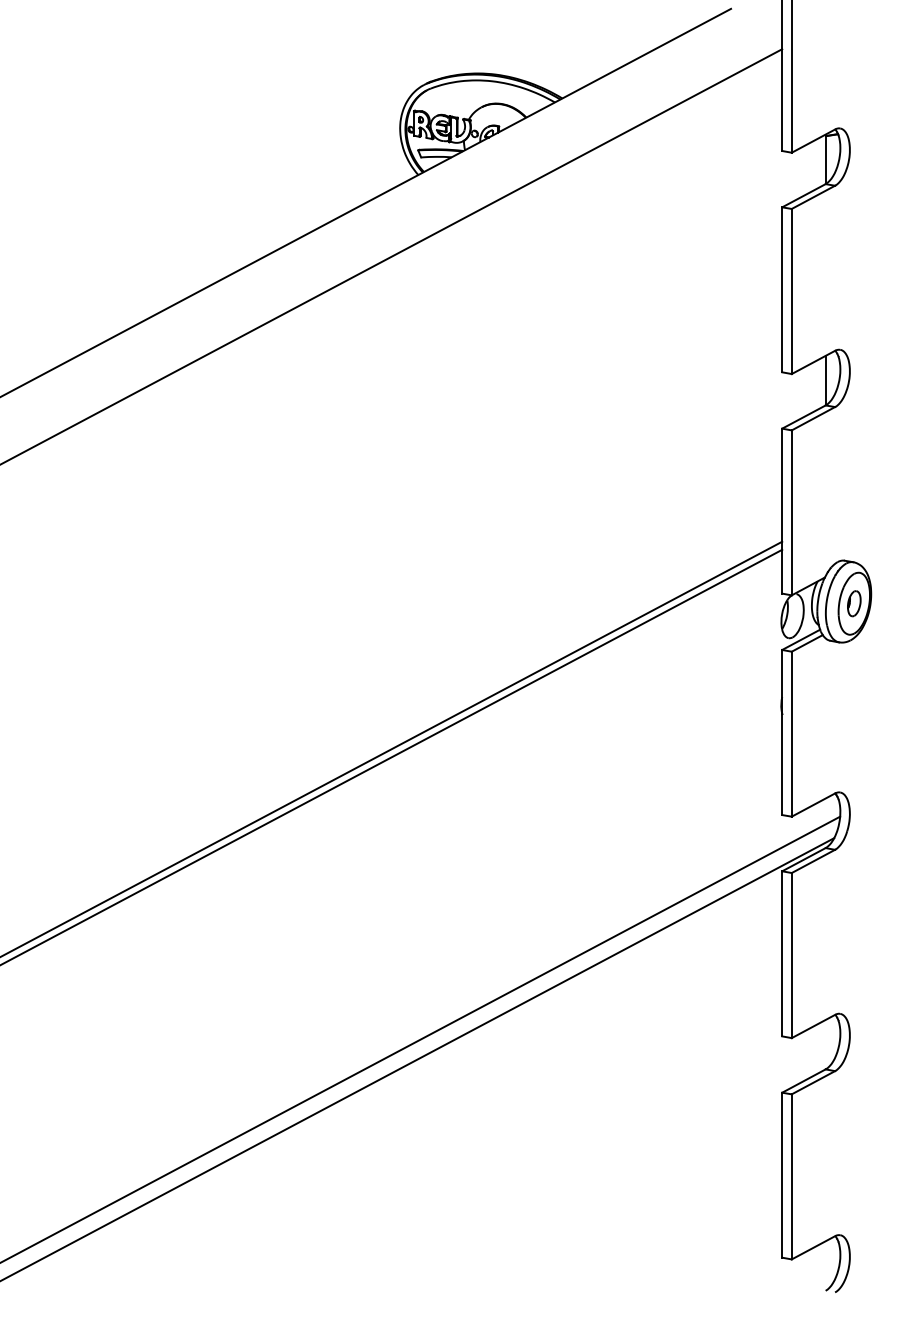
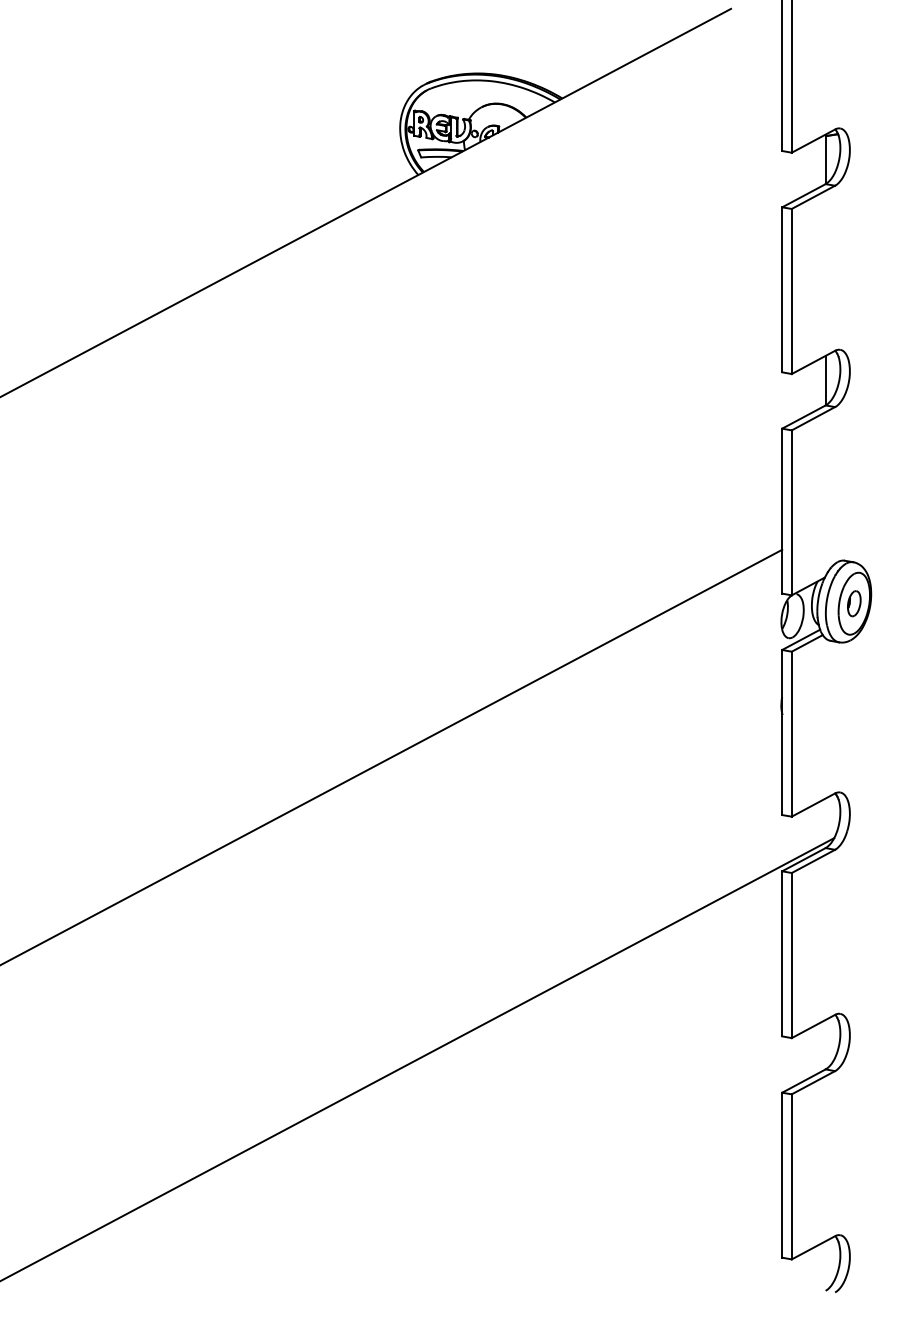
line at (392, 256): present -> none
line at (392, 748): present -> none
line at (421, 1039): present -> none
